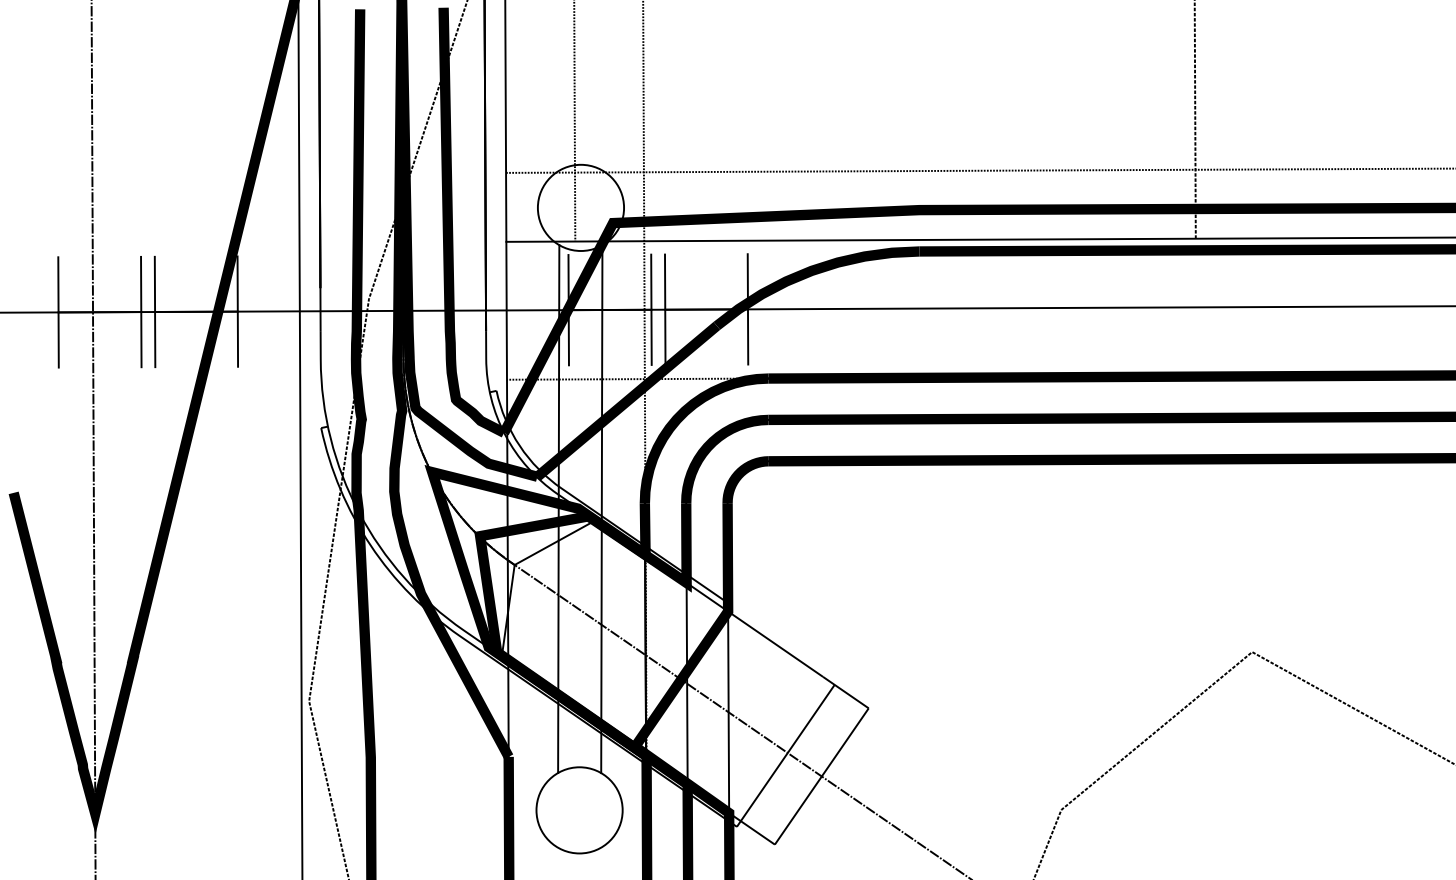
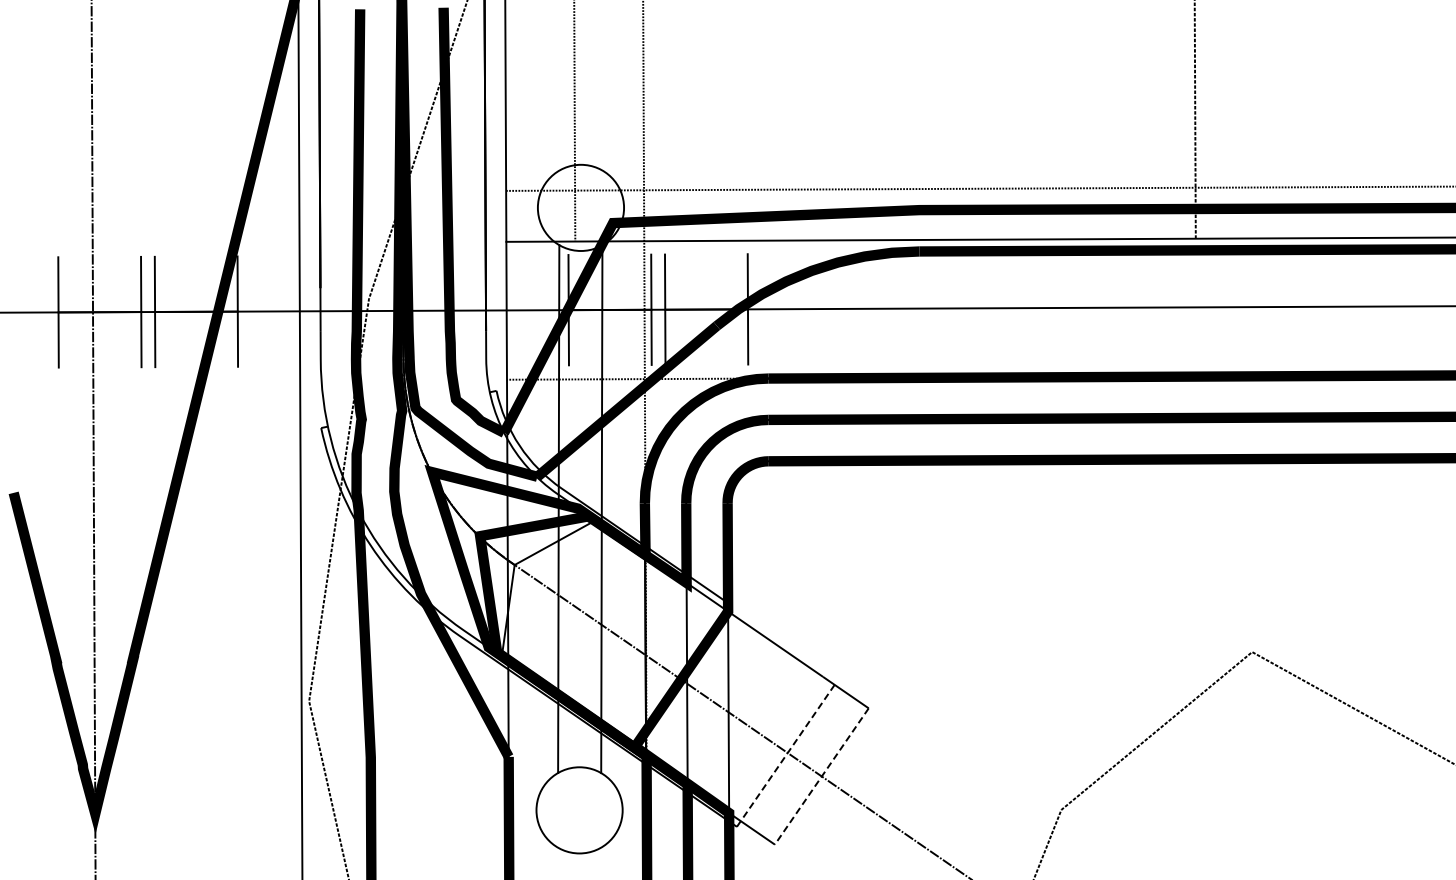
line at (979, 170) position: (979, 170) -> (979, 188)
line at (787, 753): solid -> dashed
line at (821, 776): solid -> dashed
